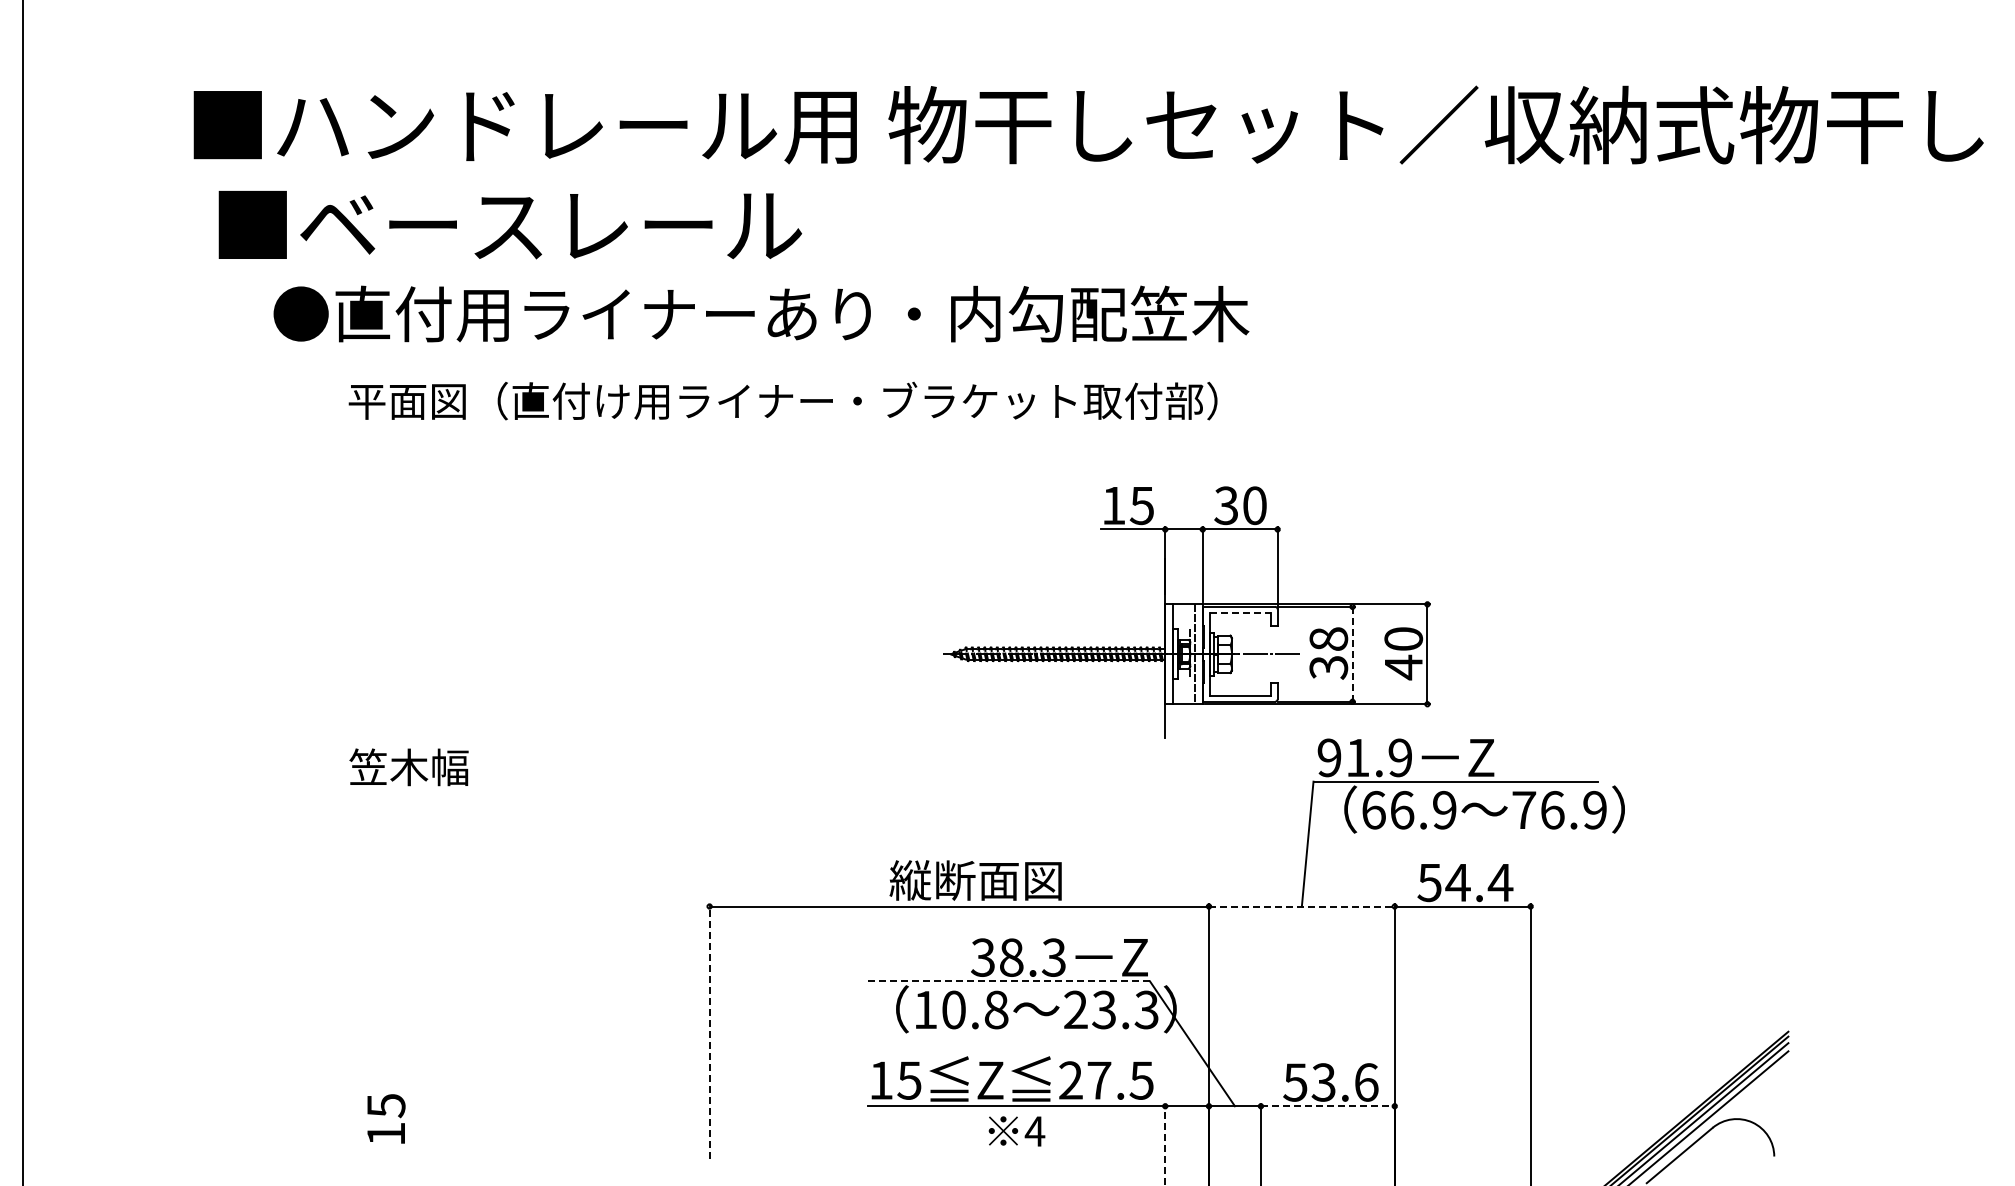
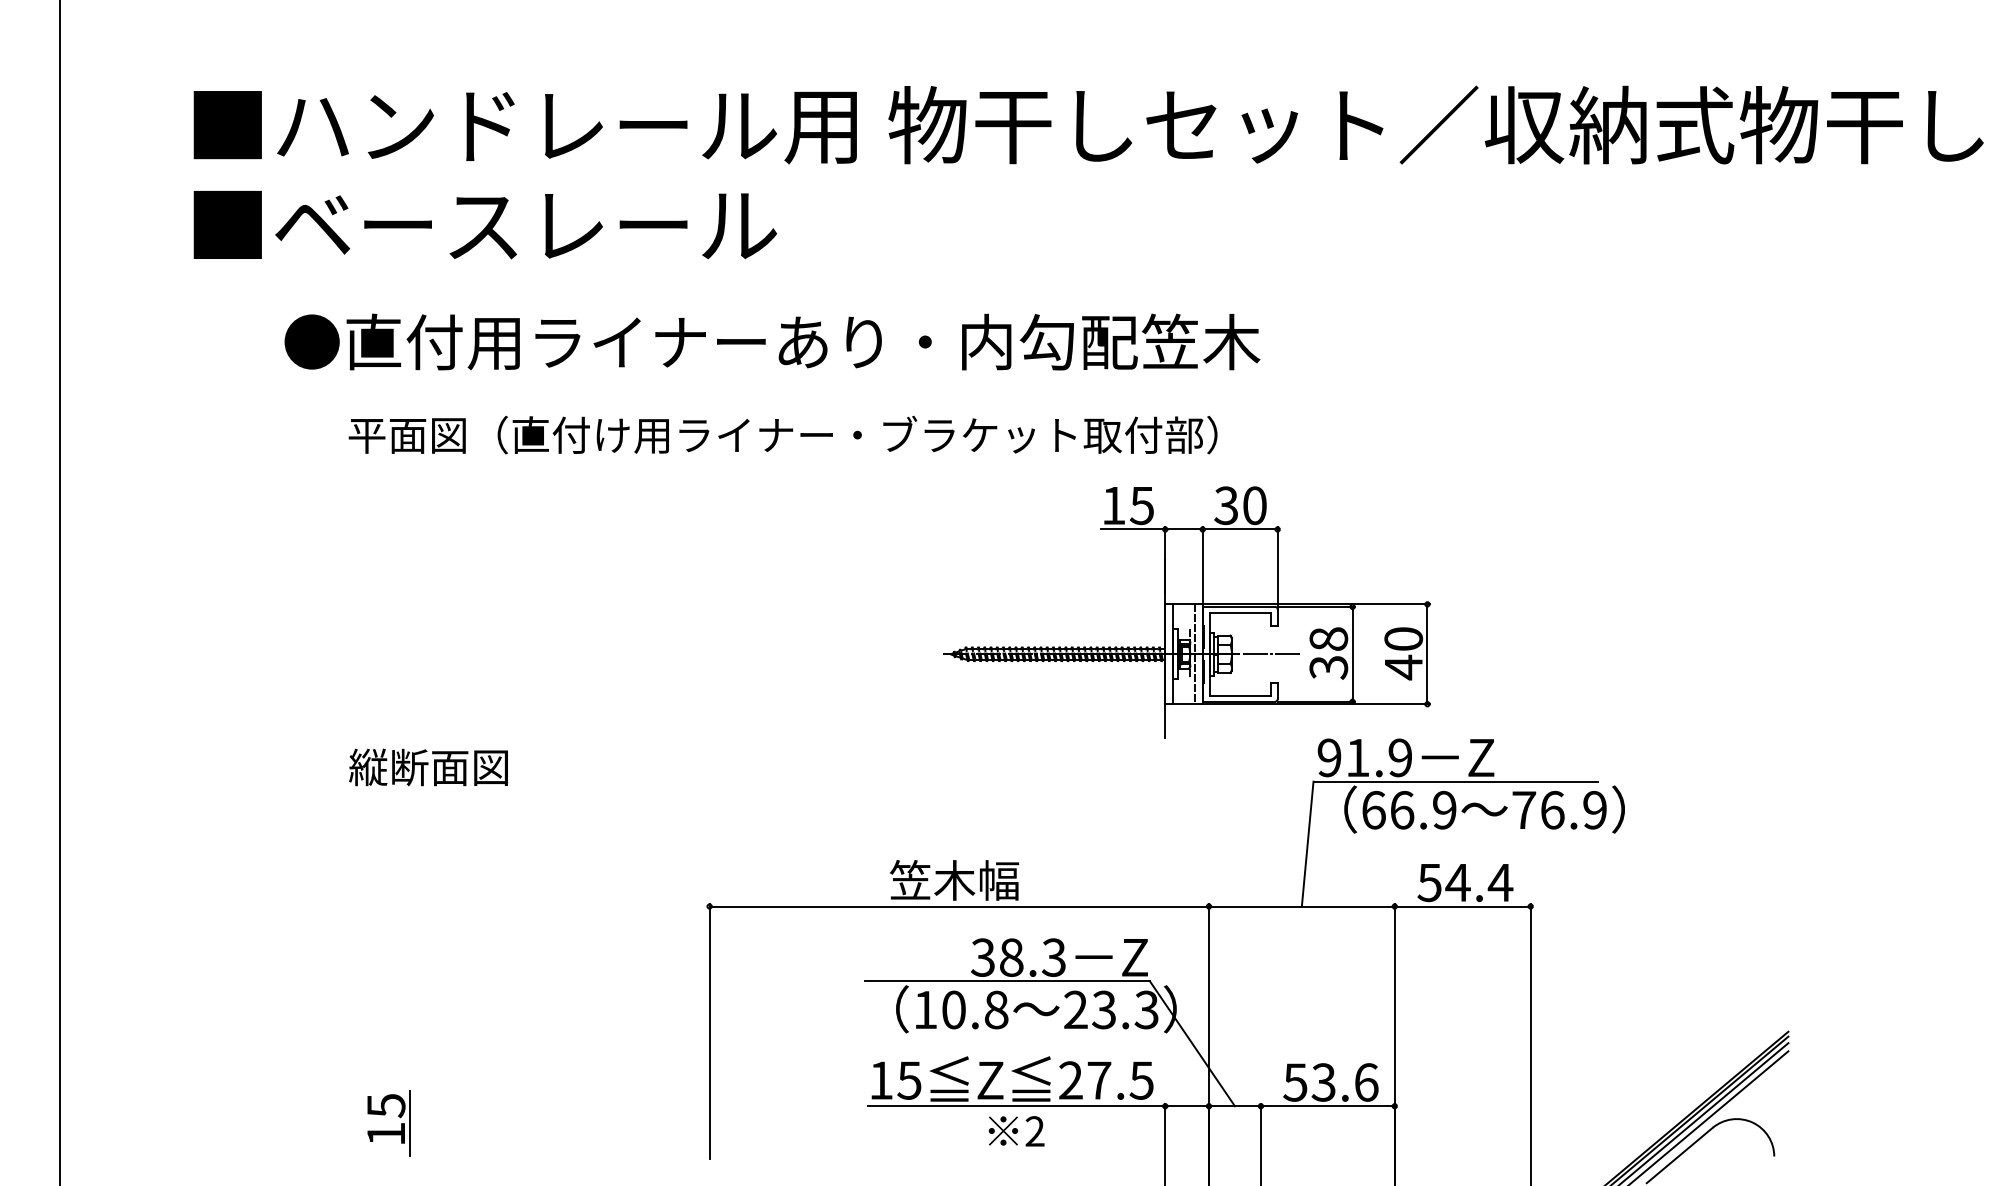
text at (510, 225) position: (510, 225) -> (485, 225)
text at (761, 313) position: (761, 313) -> (772, 341)
text at (782, 400) position: (782, 400) -> (782, 434)
line at (23, 592) position: (23, 592) -> (60, 592)
line at (1240, 613): dashed -> solid
line at (1352, 654): dashed -> solid
text at (428, 767): 笠木幅 -> 縦断面図
text at (975, 880): 縦断面図 -> 笠木幅
line at (1301, 906): dashed -> solid
line at (1007, 981): dashed -> solid
line at (709, 1030): dashed -> solid
line at (1327, 1106): dashed -> solid
line at (410, 1123): none -> present
text at (1034, 1131): 4 -> 2
line at (1165, 1144): dashed -> solid
